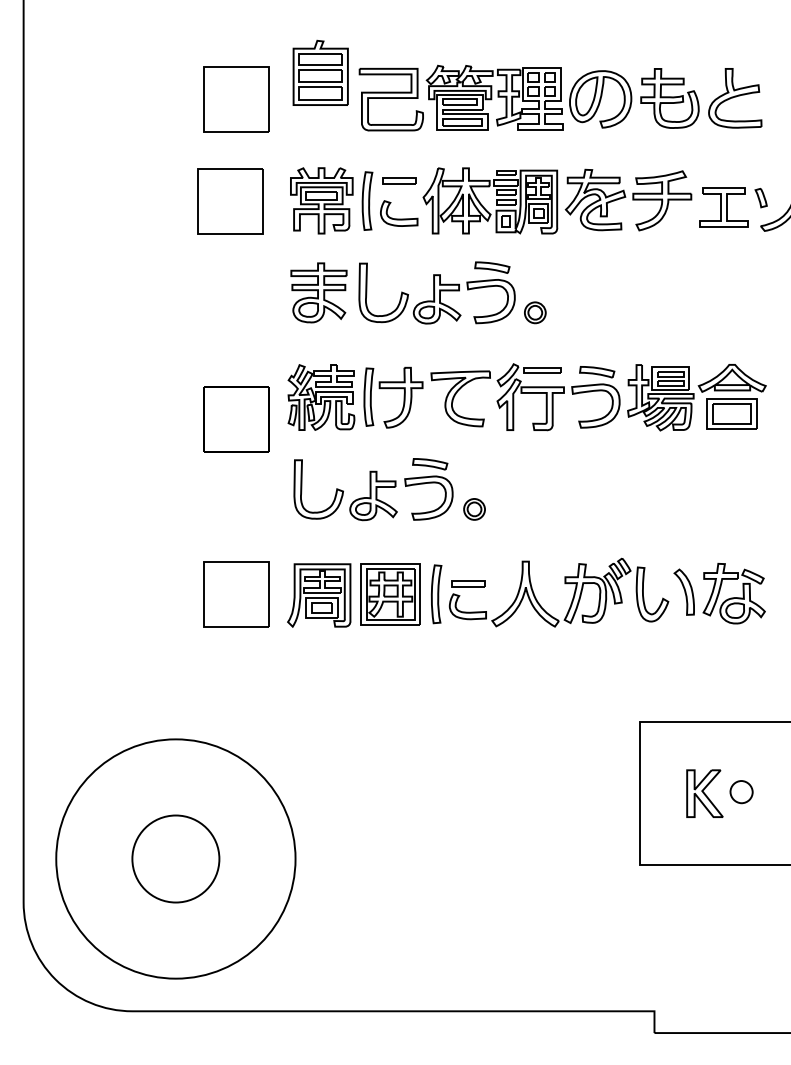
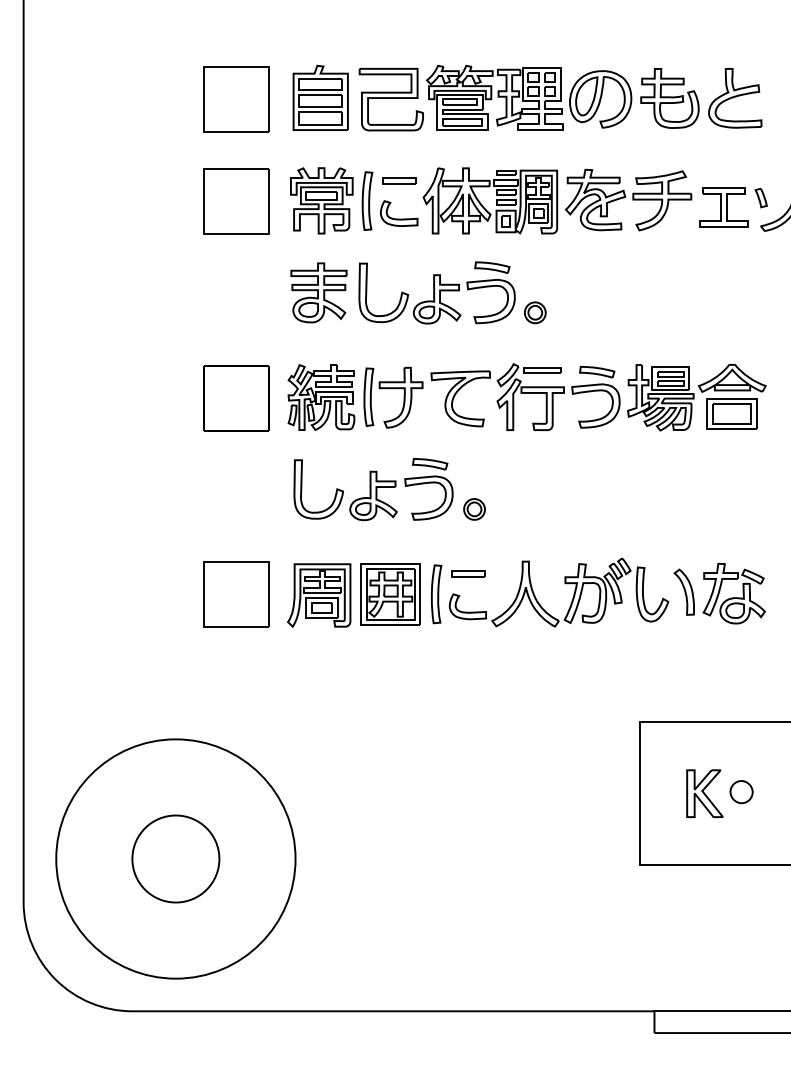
part at (320, 72) position: (320, 72) -> (320, 97)
part at (230, 201) position: (230, 201) -> (236, 201)
part at (236, 419) position: (236, 419) -> (236, 398)
part at (468, 583) position: (468, 583) -> (468, 573)
line at (720, 1011): none -> present
